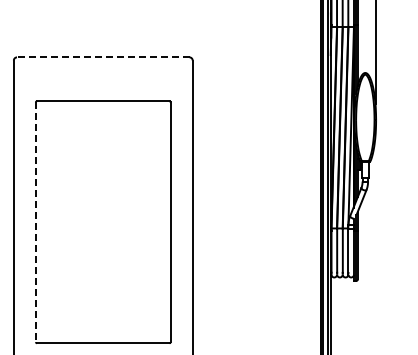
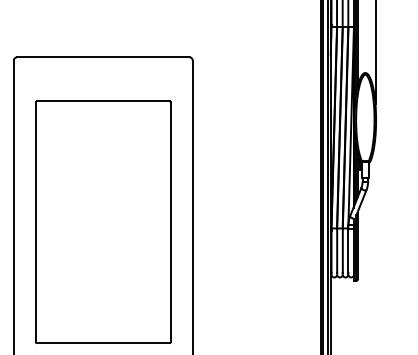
line at (102, 57): dashed -> solid
line at (35, 222): dashed -> solid
